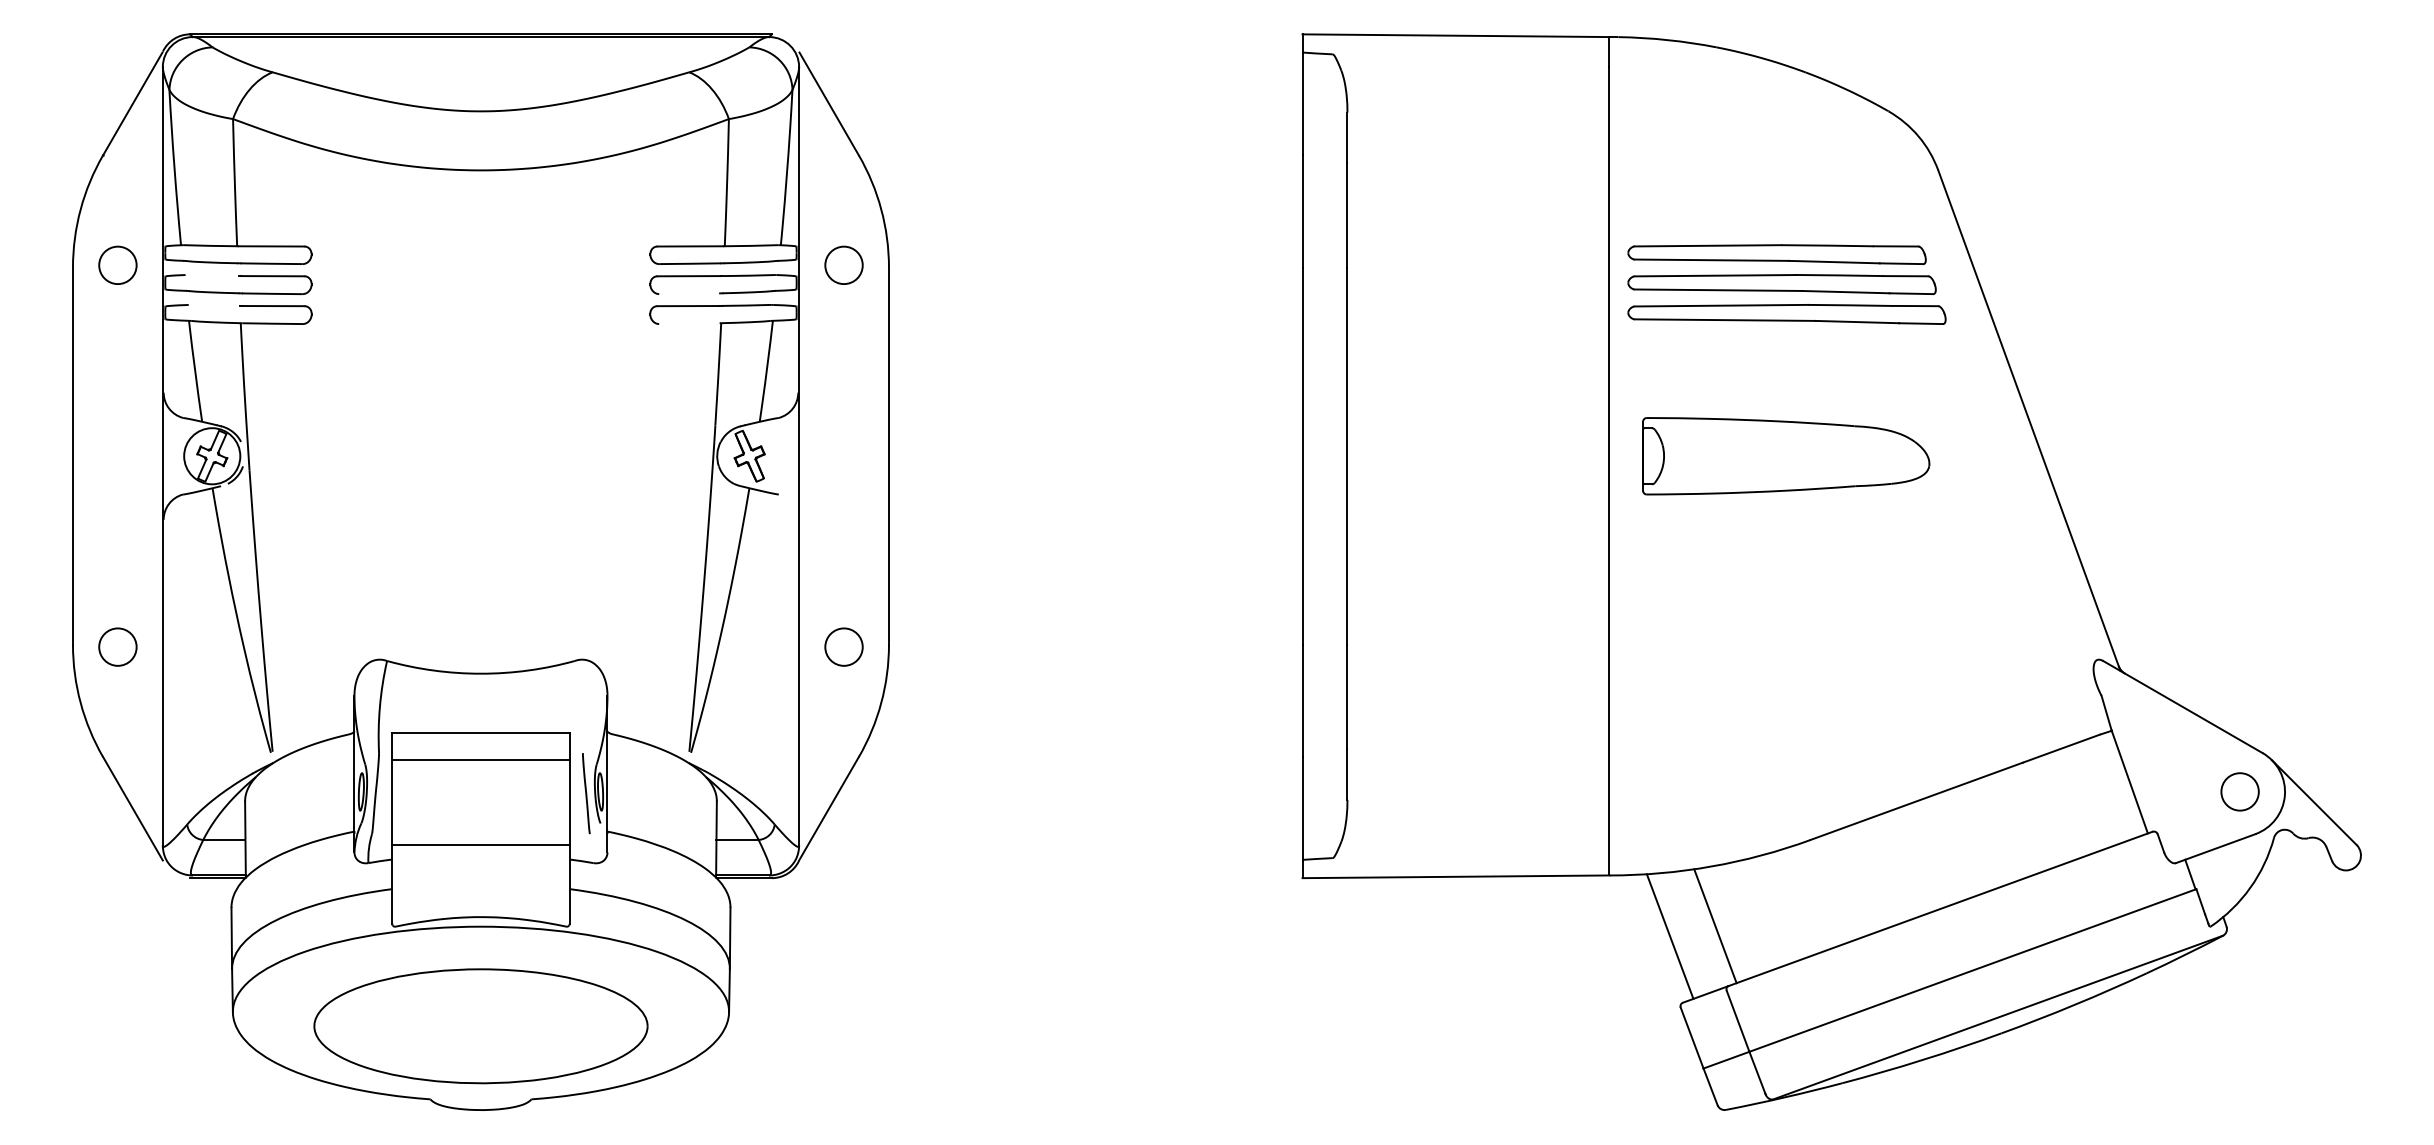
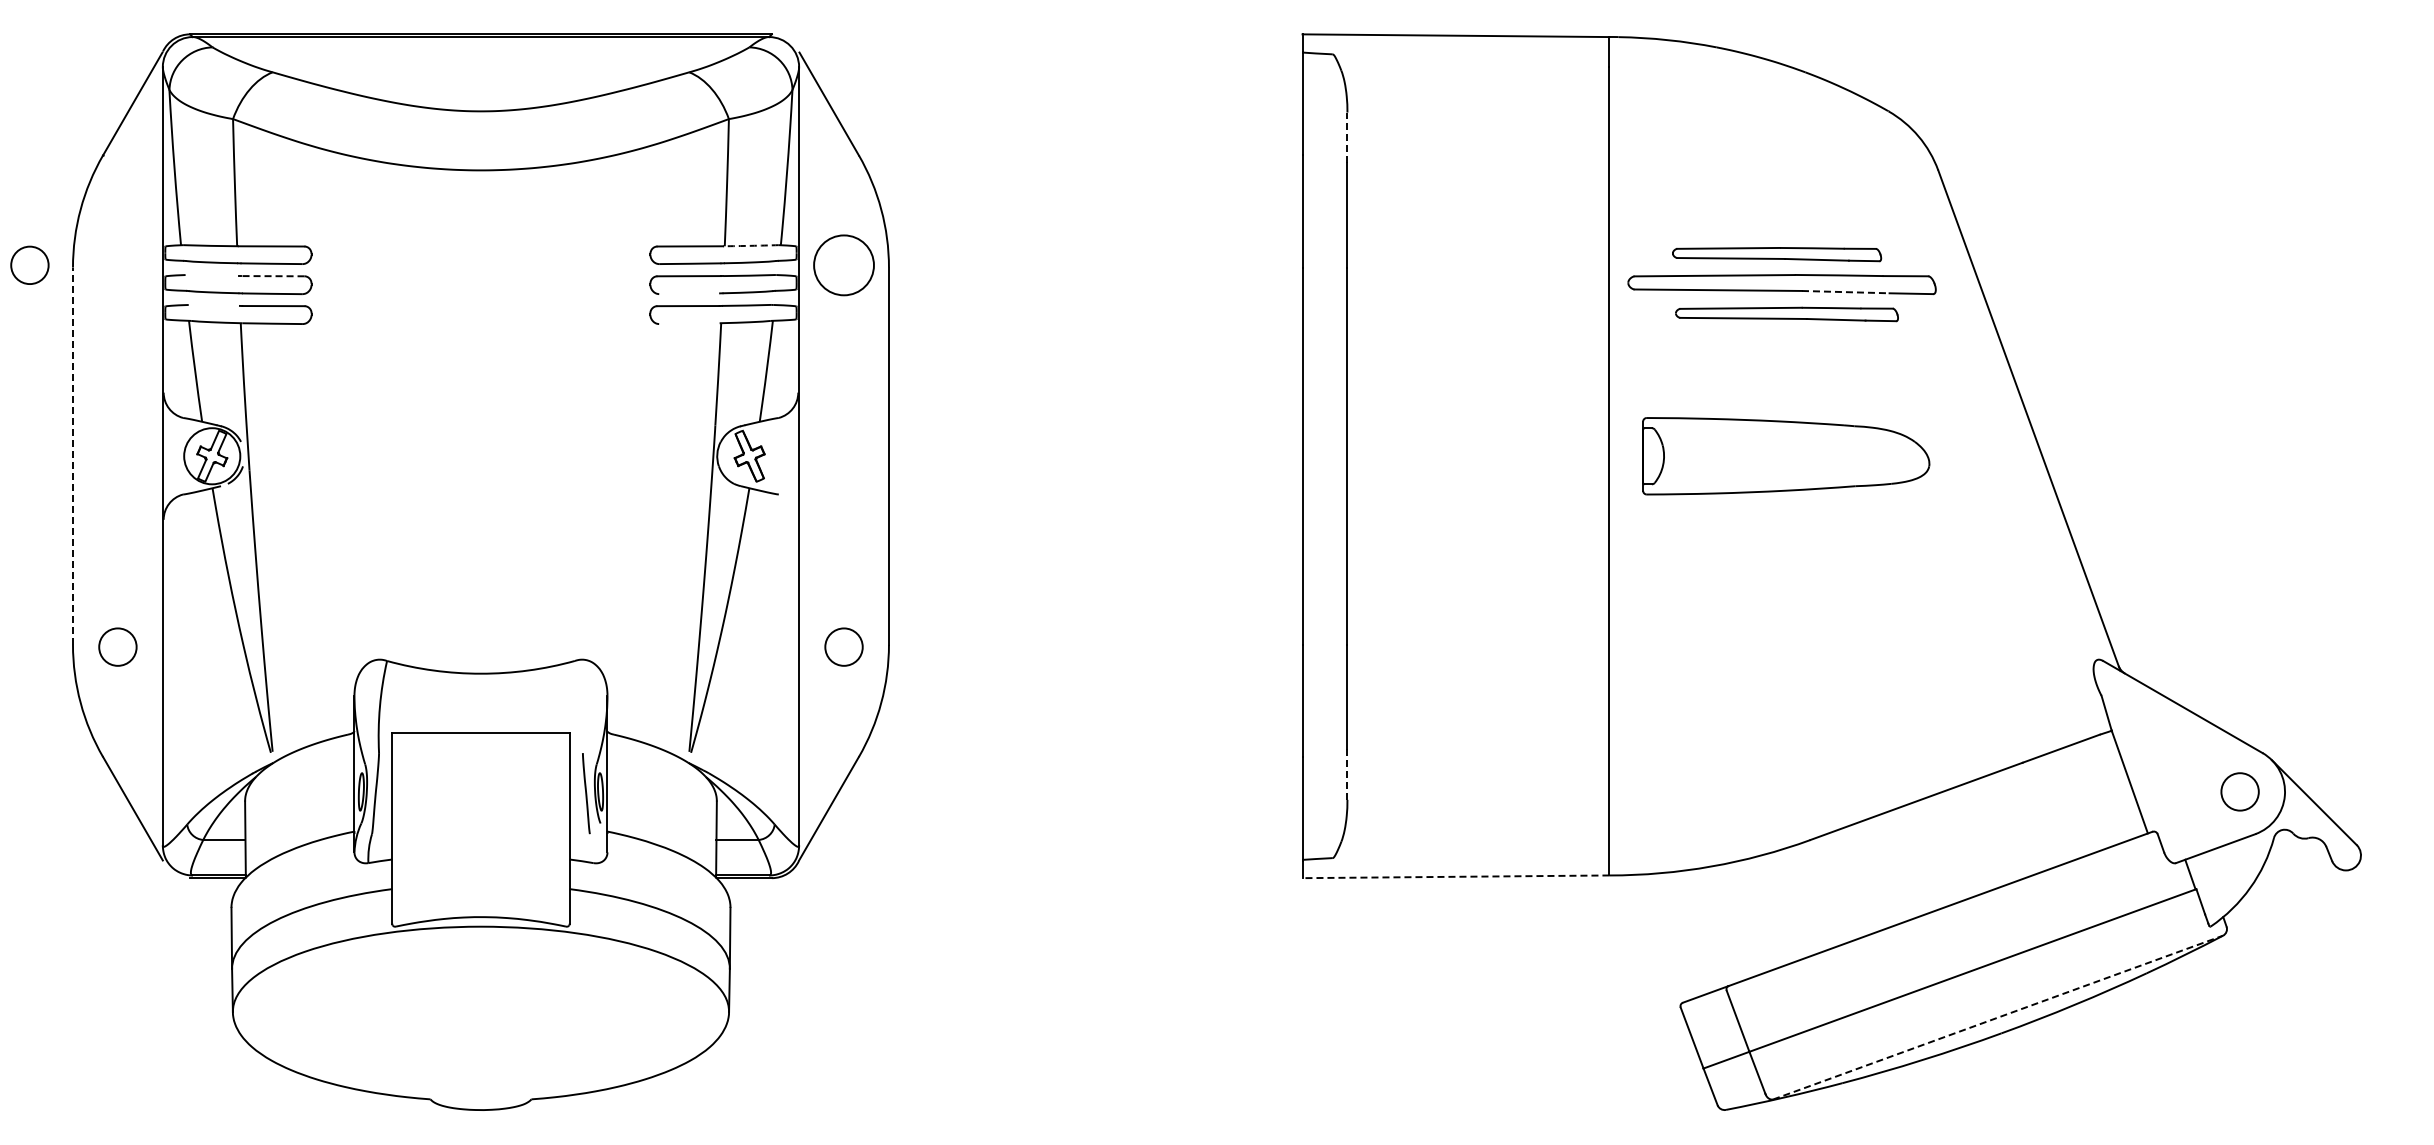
line at (1347, 137): solid -> dashed
arc at (750, 245): solid -> dashed
part at (1776, 254) size: 300x21 px -> 211x16 px
circle at (117, 264) position: (117, 264) -> (29, 264)
circle at (843, 265) diameter: 37 px -> 60 px
line at (272, 276): solid -> dashed
line at (1845, 292): solid -> dashed
part at (1786, 314) size: 320x21 px -> 224x17 px
line at (73, 456): solid -> dashed
line at (480, 760): present -> none
line at (1347, 775): solid -> dashed
line at (480, 844): present -> none
line at (1455, 876): solid -> dashed
line at (1715, 926): present -> none
line at (1669, 936): present -> none
line at (1998, 1017): solid -> dashed
part at (480, 1026): present -> none
